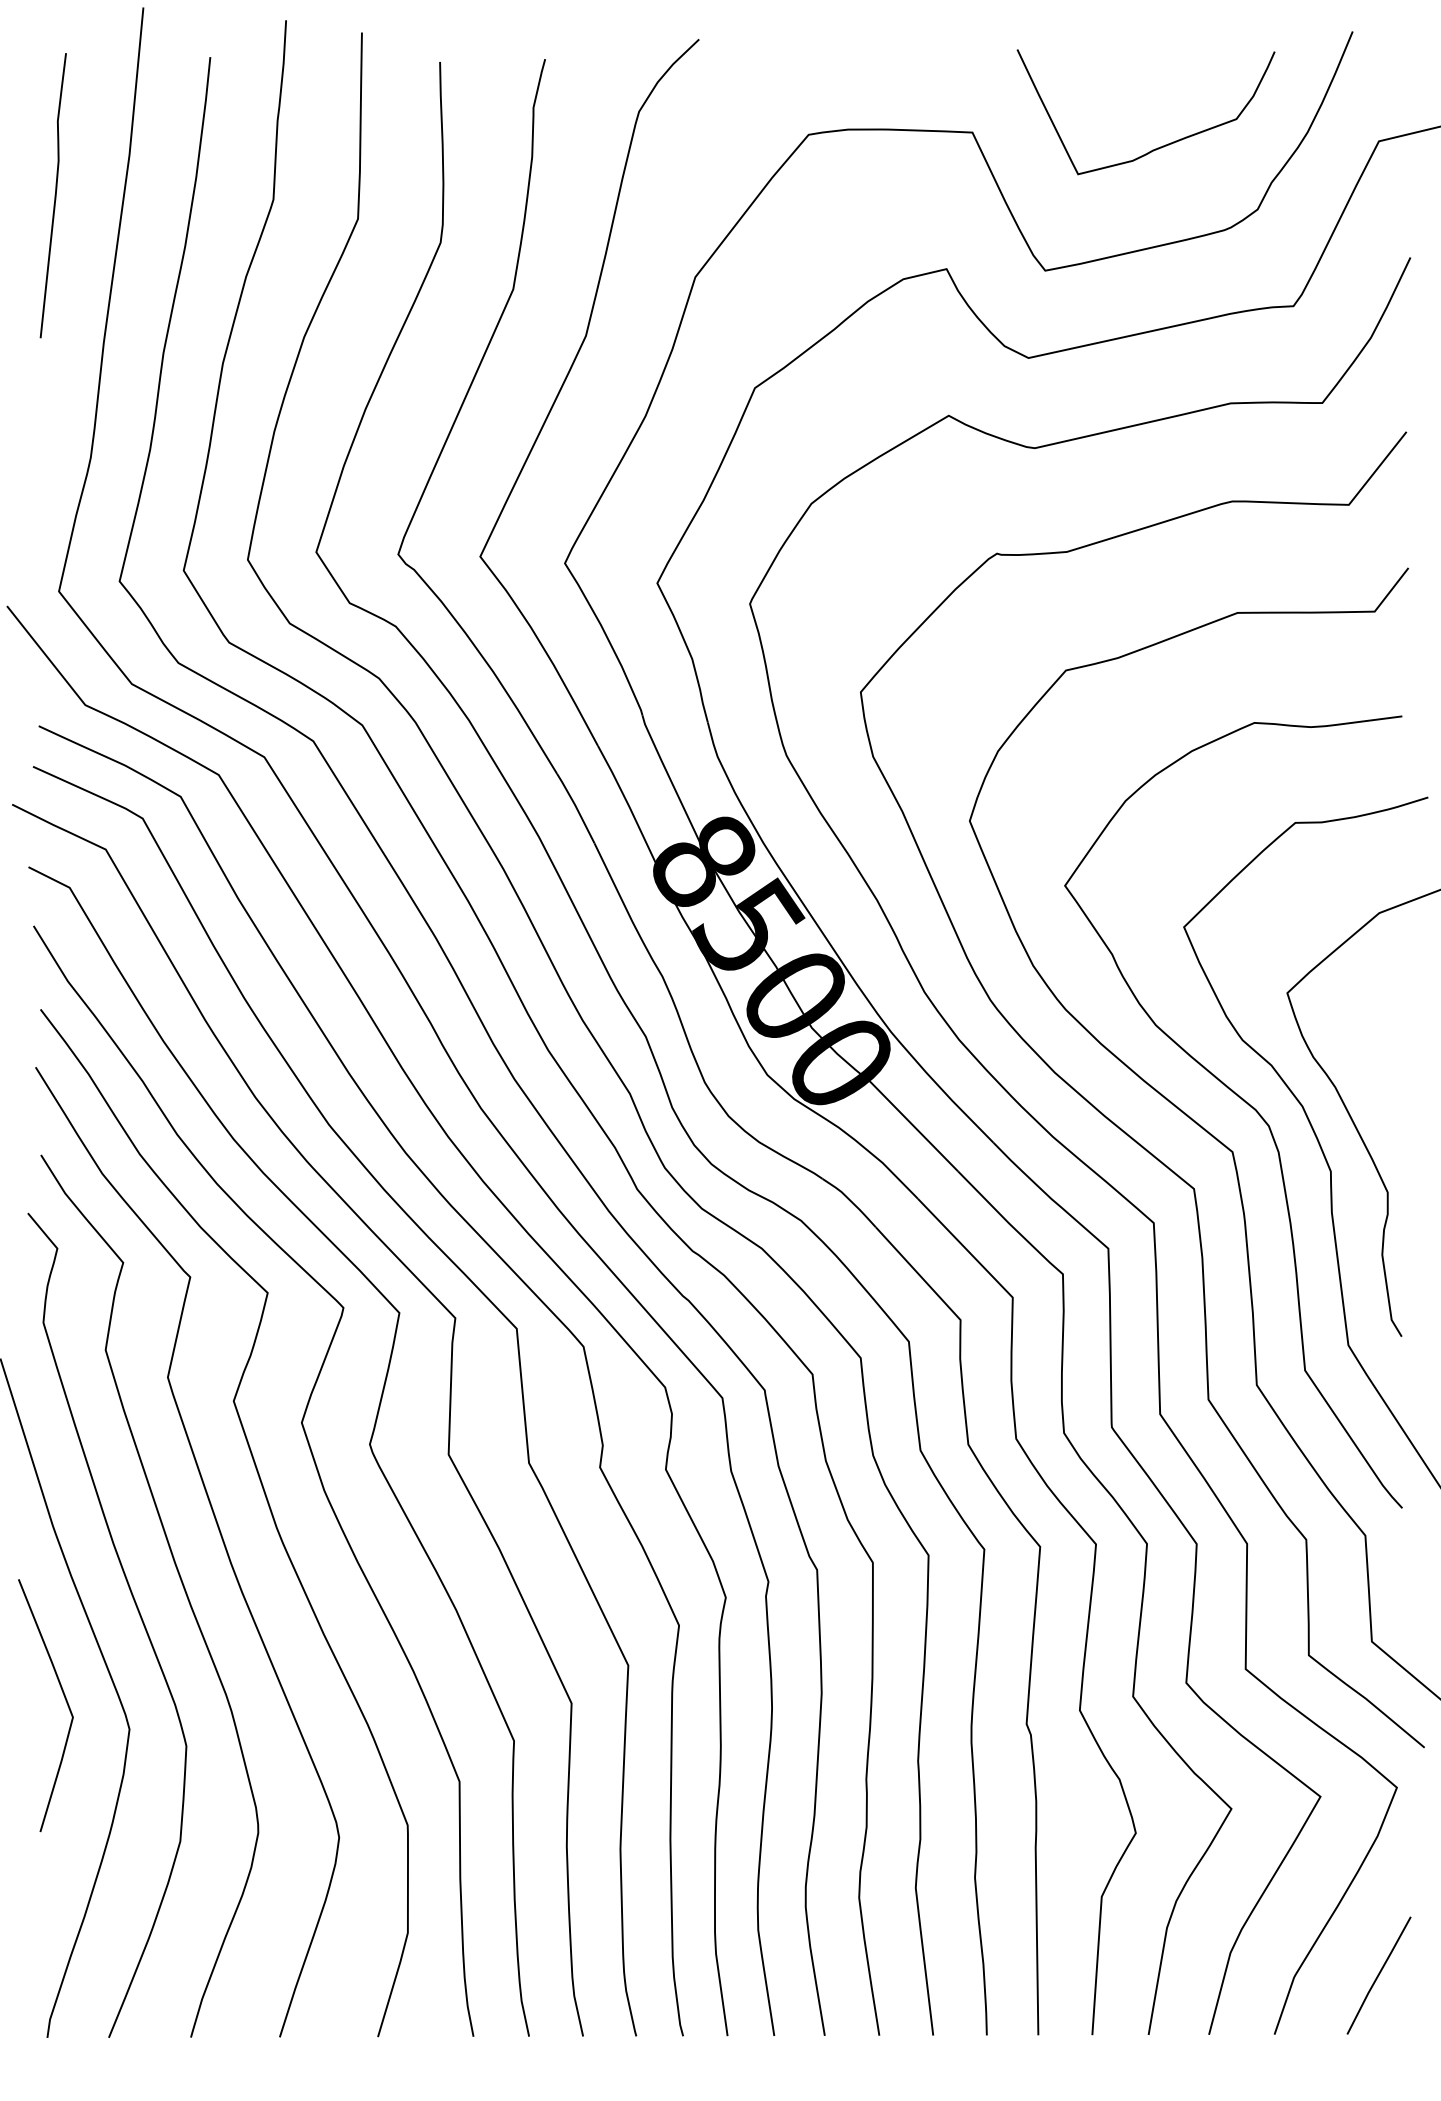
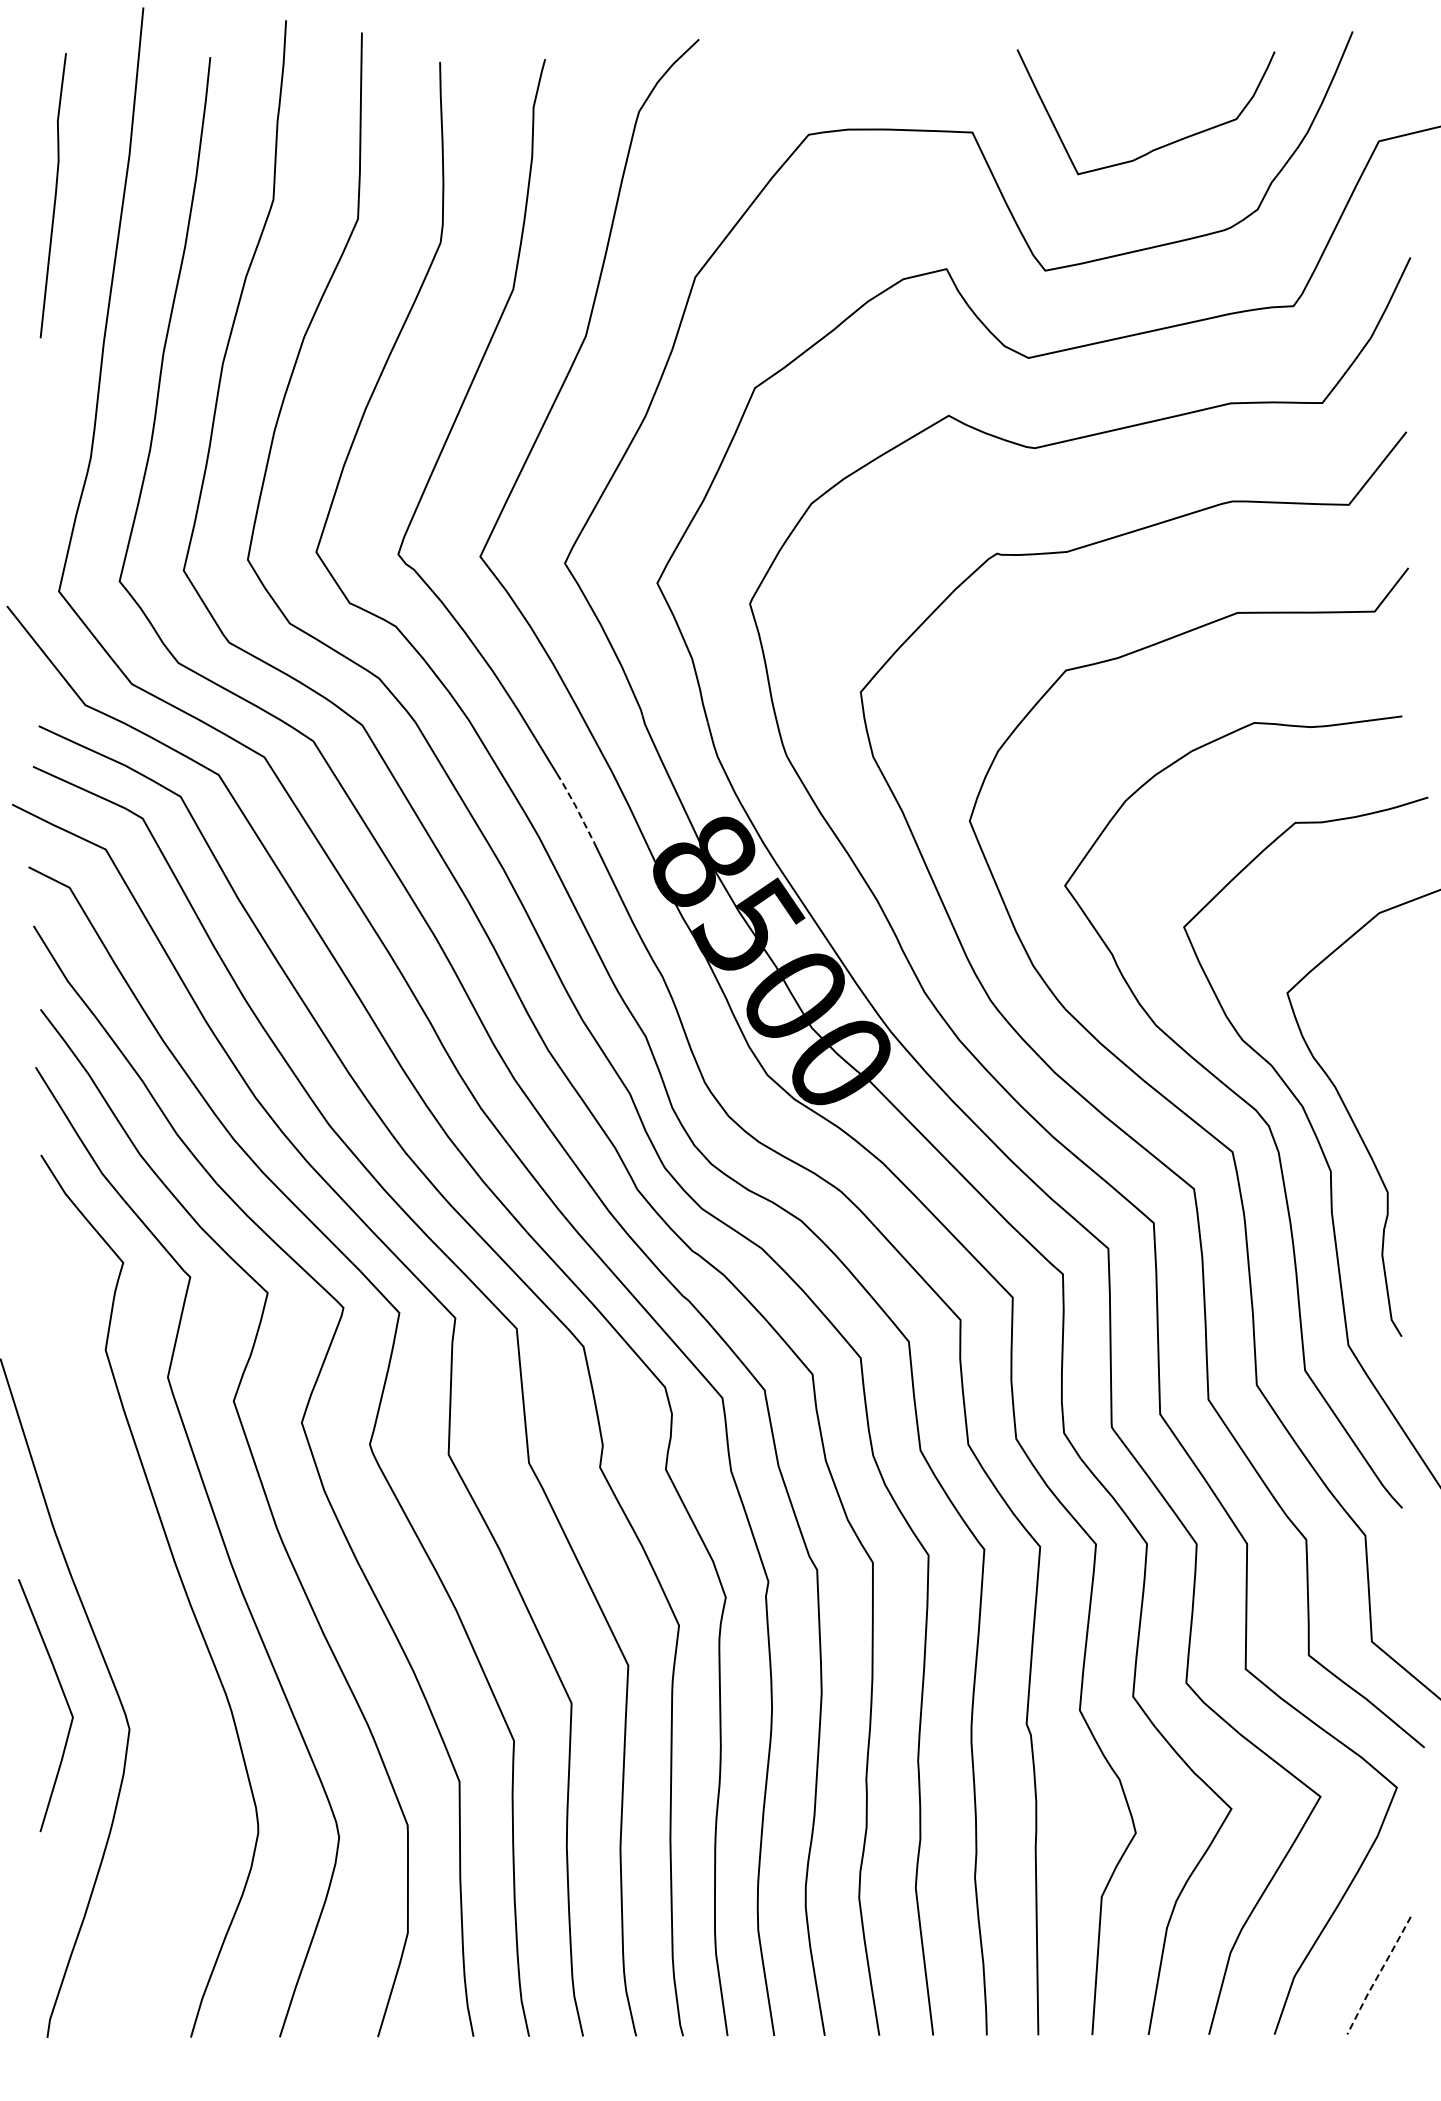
line at (576, 806): solid -> dashed
curve at (137, 1611): present -> none
line at (1378, 1975): solid -> dashed
